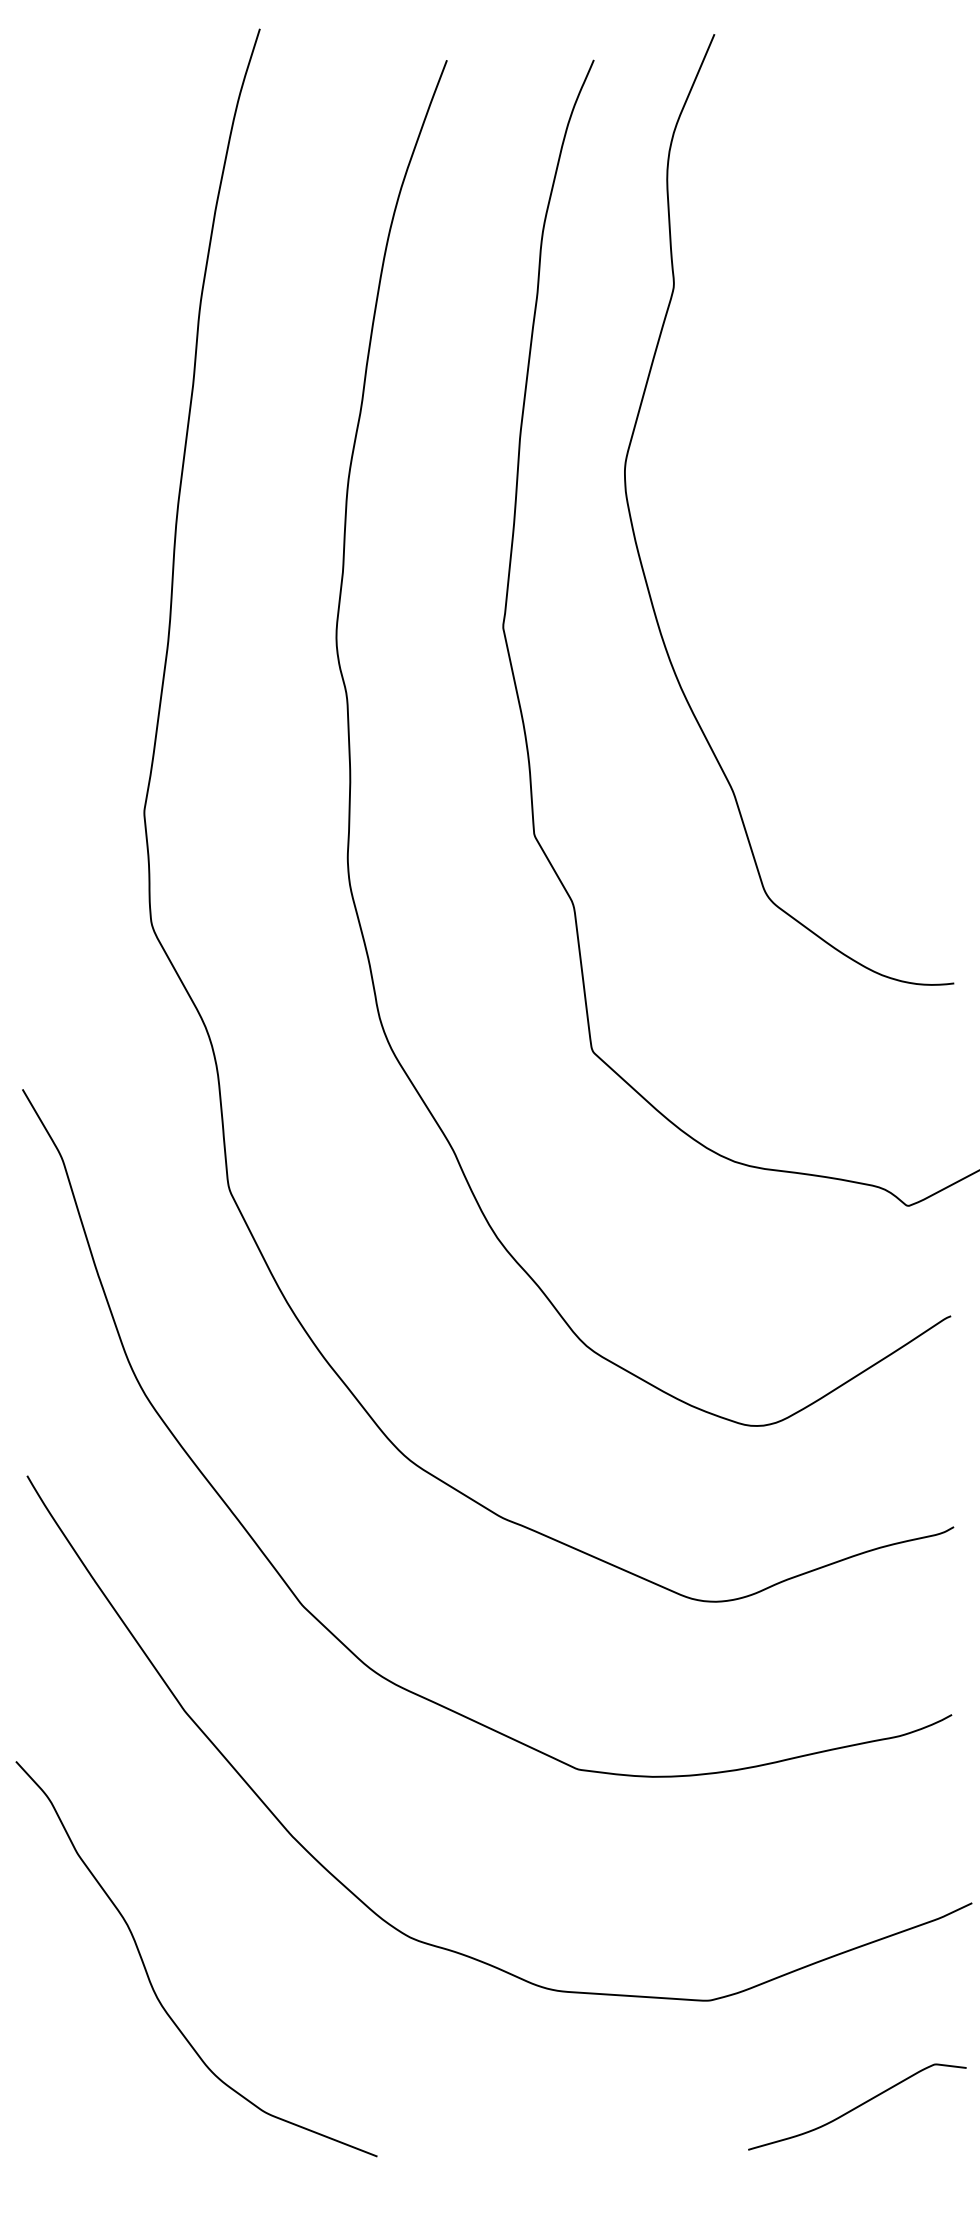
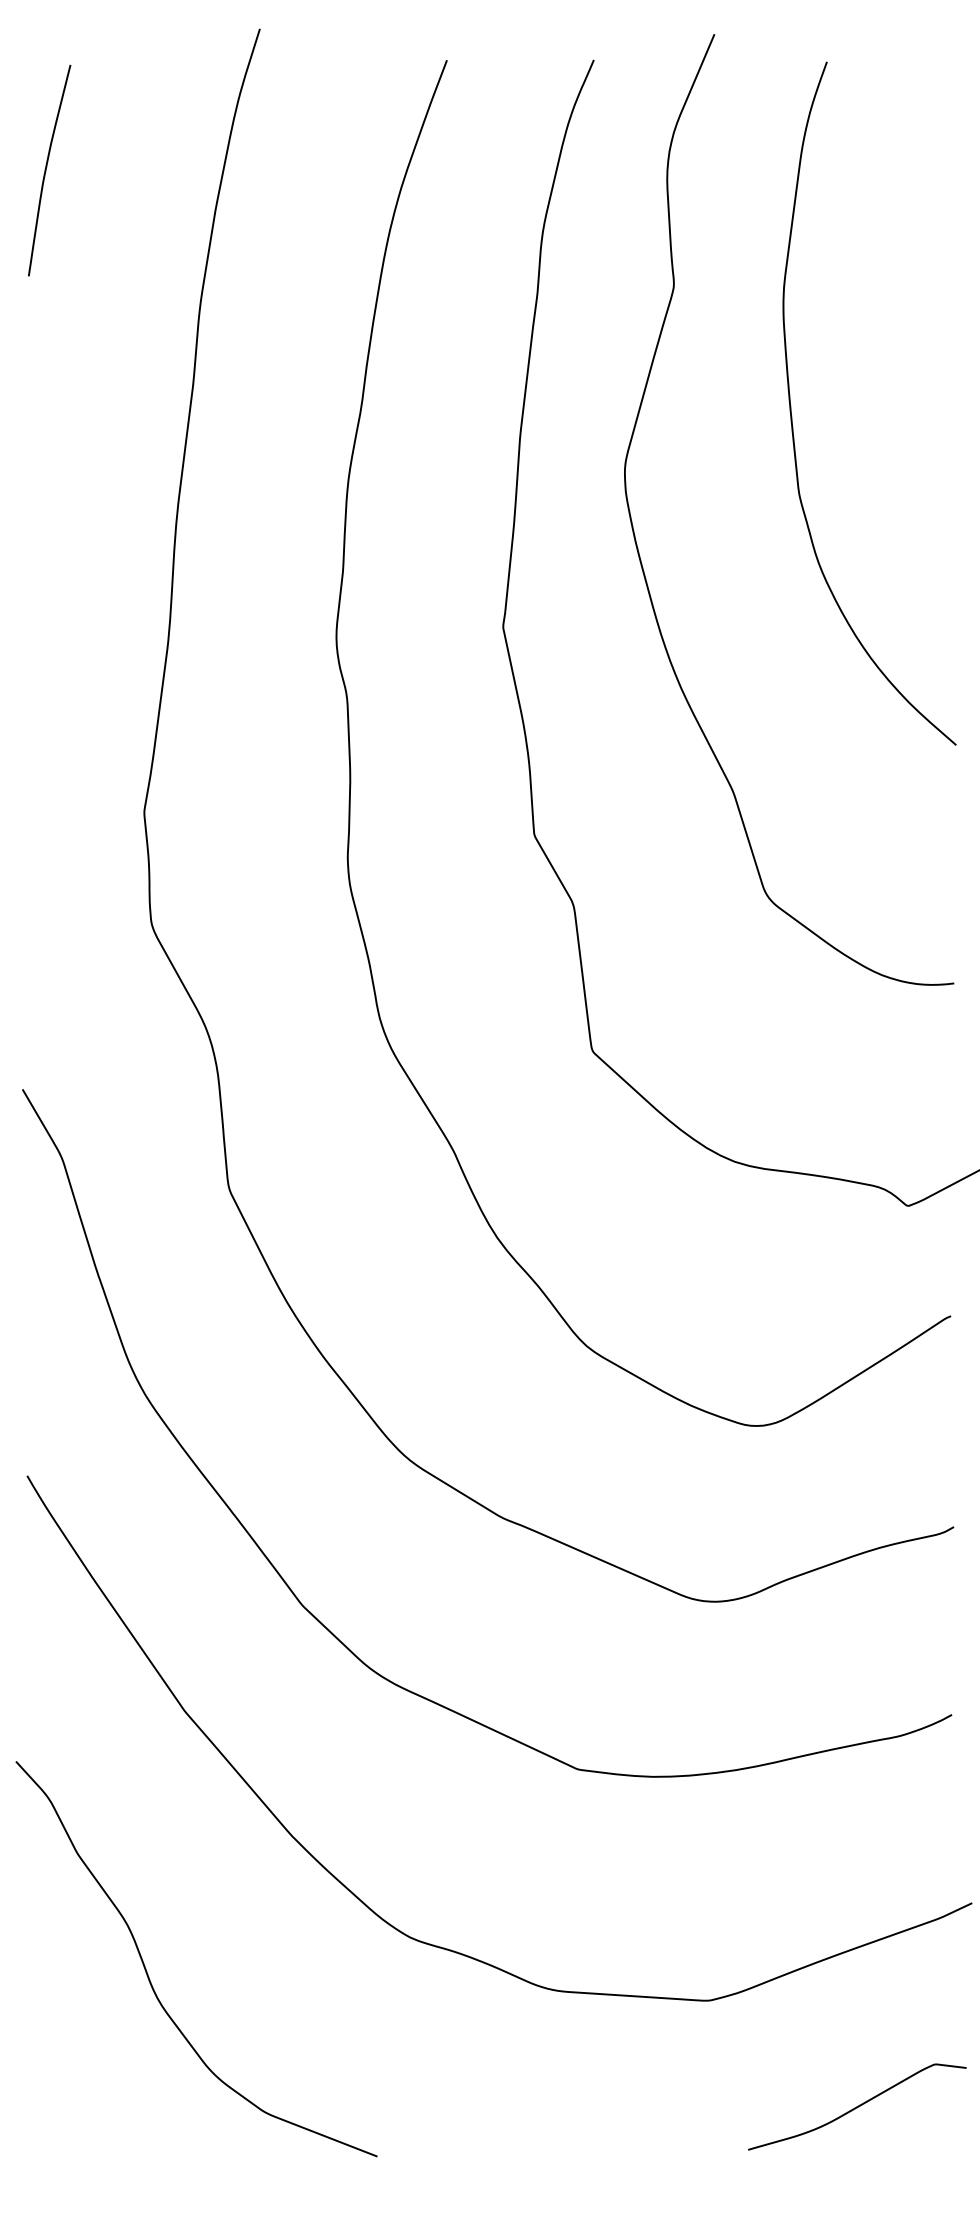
curve at (46, 170): none -> present
curve at (791, 405): none -> present
